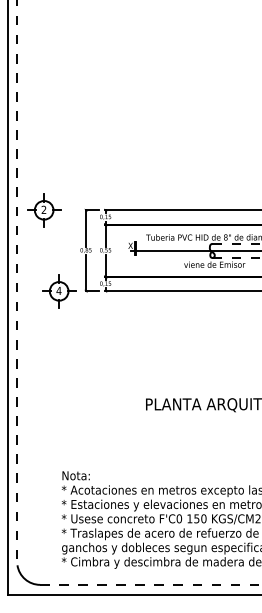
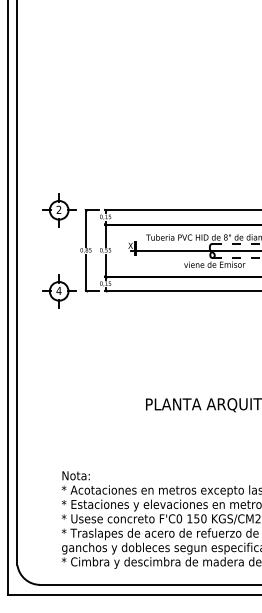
part at (44, 210) position: (44, 210) -> (59, 210)
line at (17, 283): dashed -> solid
line at (150, 584): dashed -> solid
